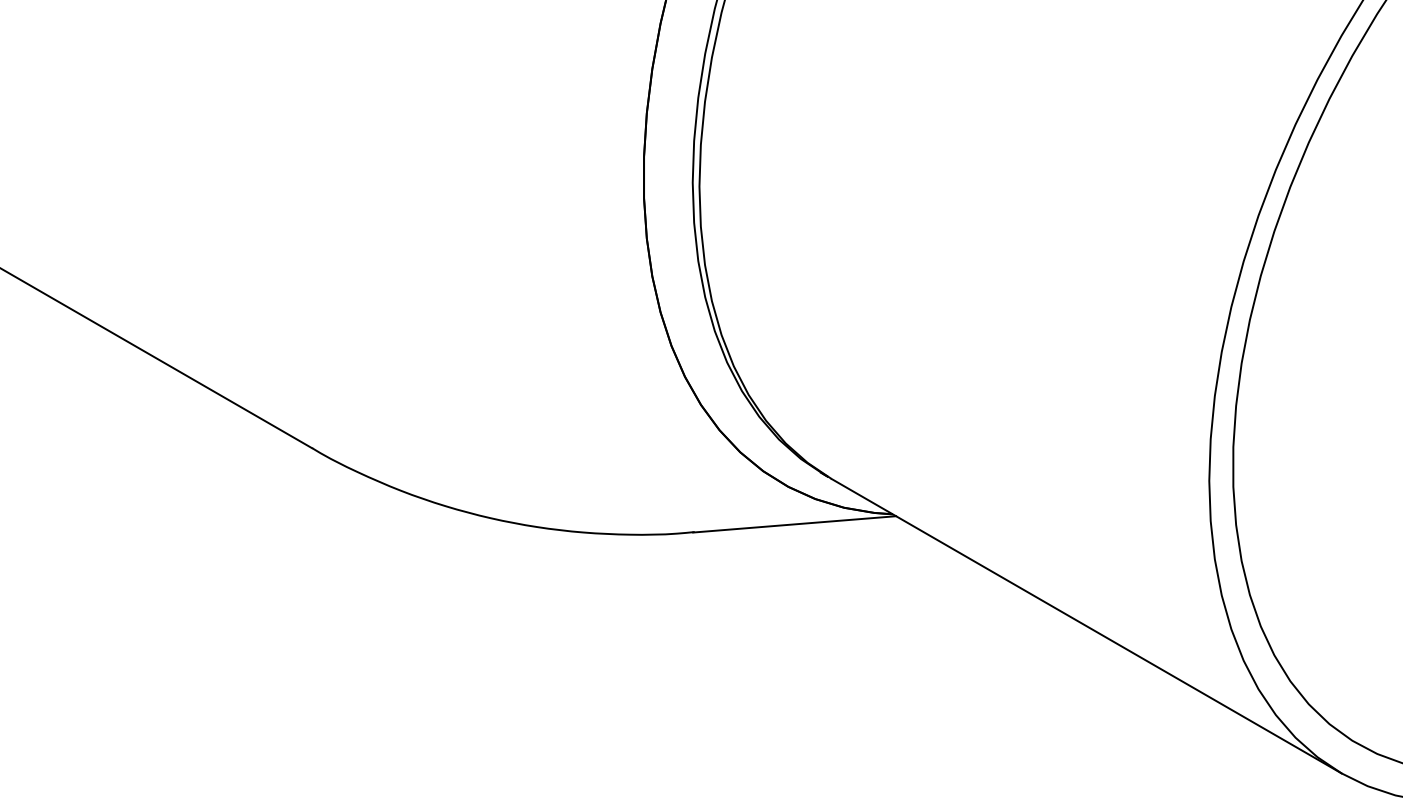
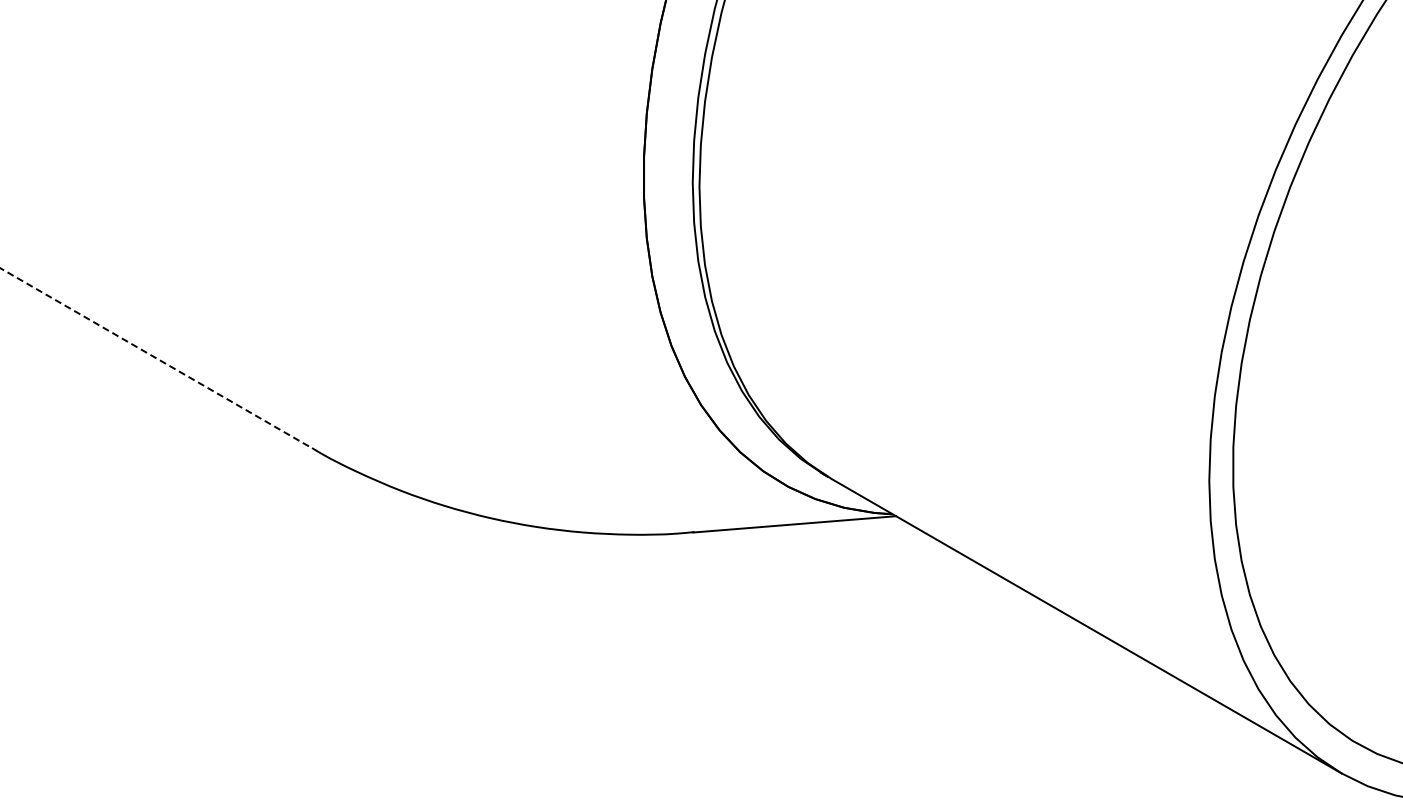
line at (156, 358): solid -> dashed
